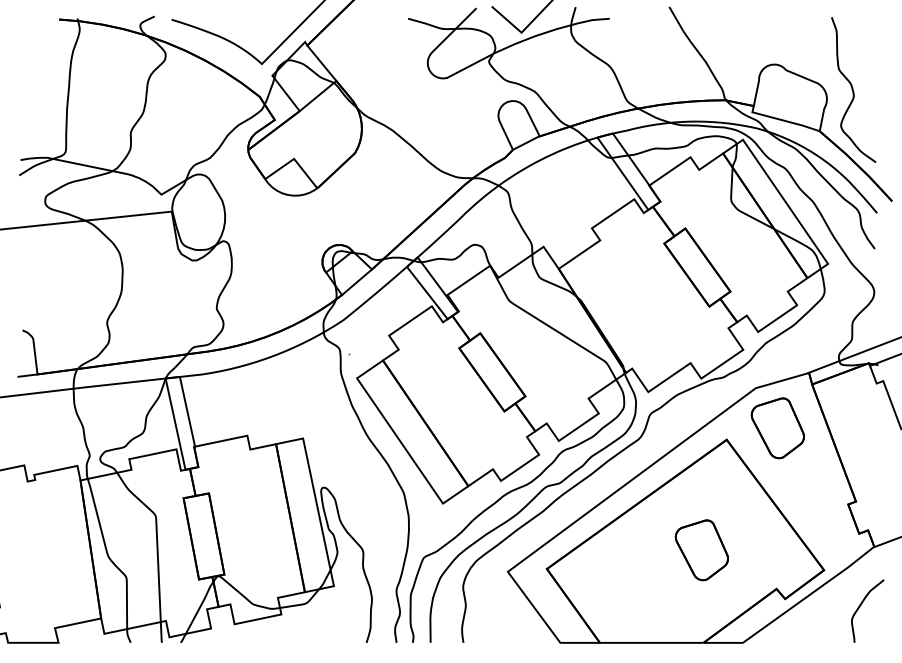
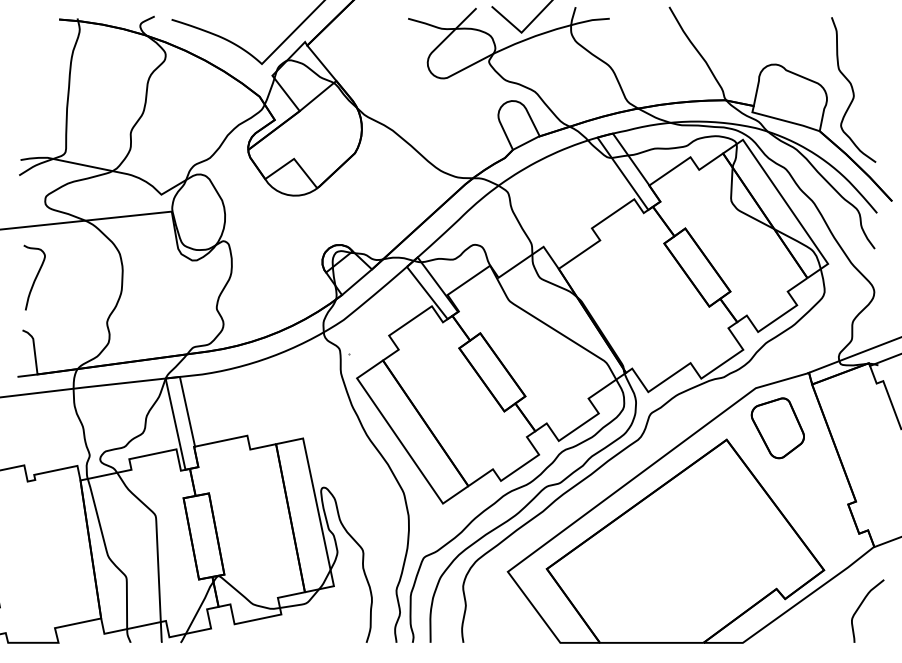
curve at (35, 277): none -> present
part at (701, 550): present -> none
